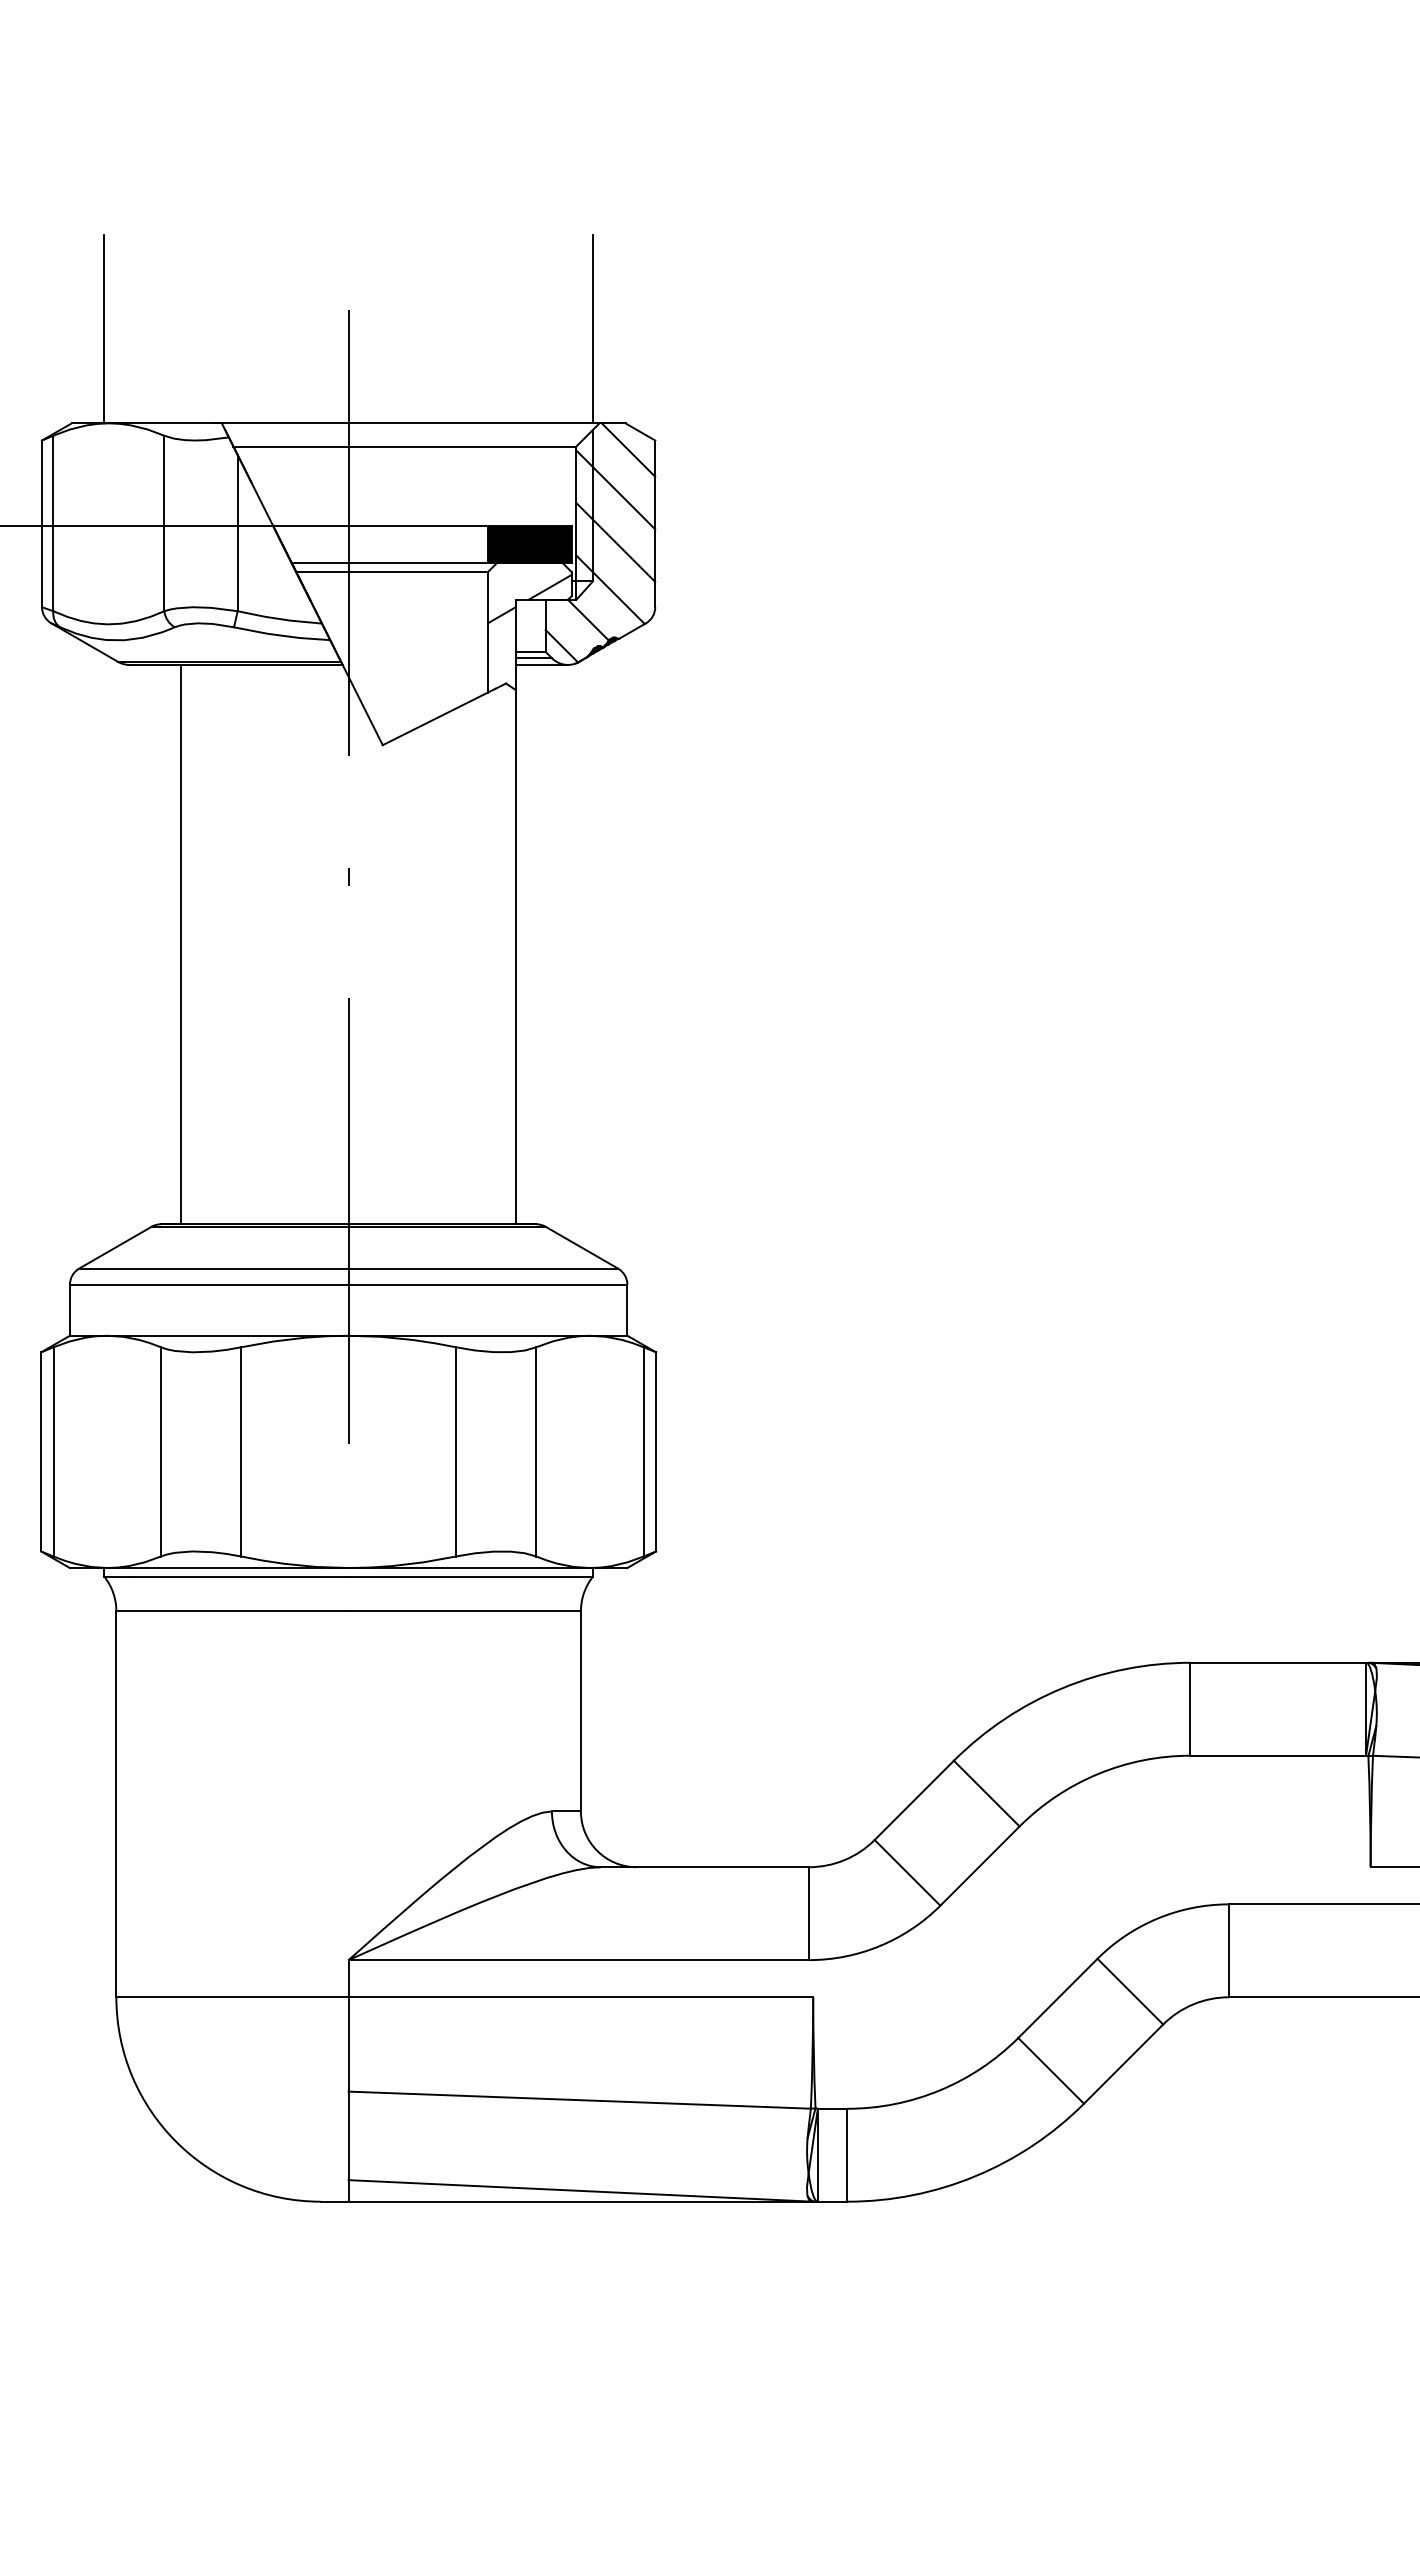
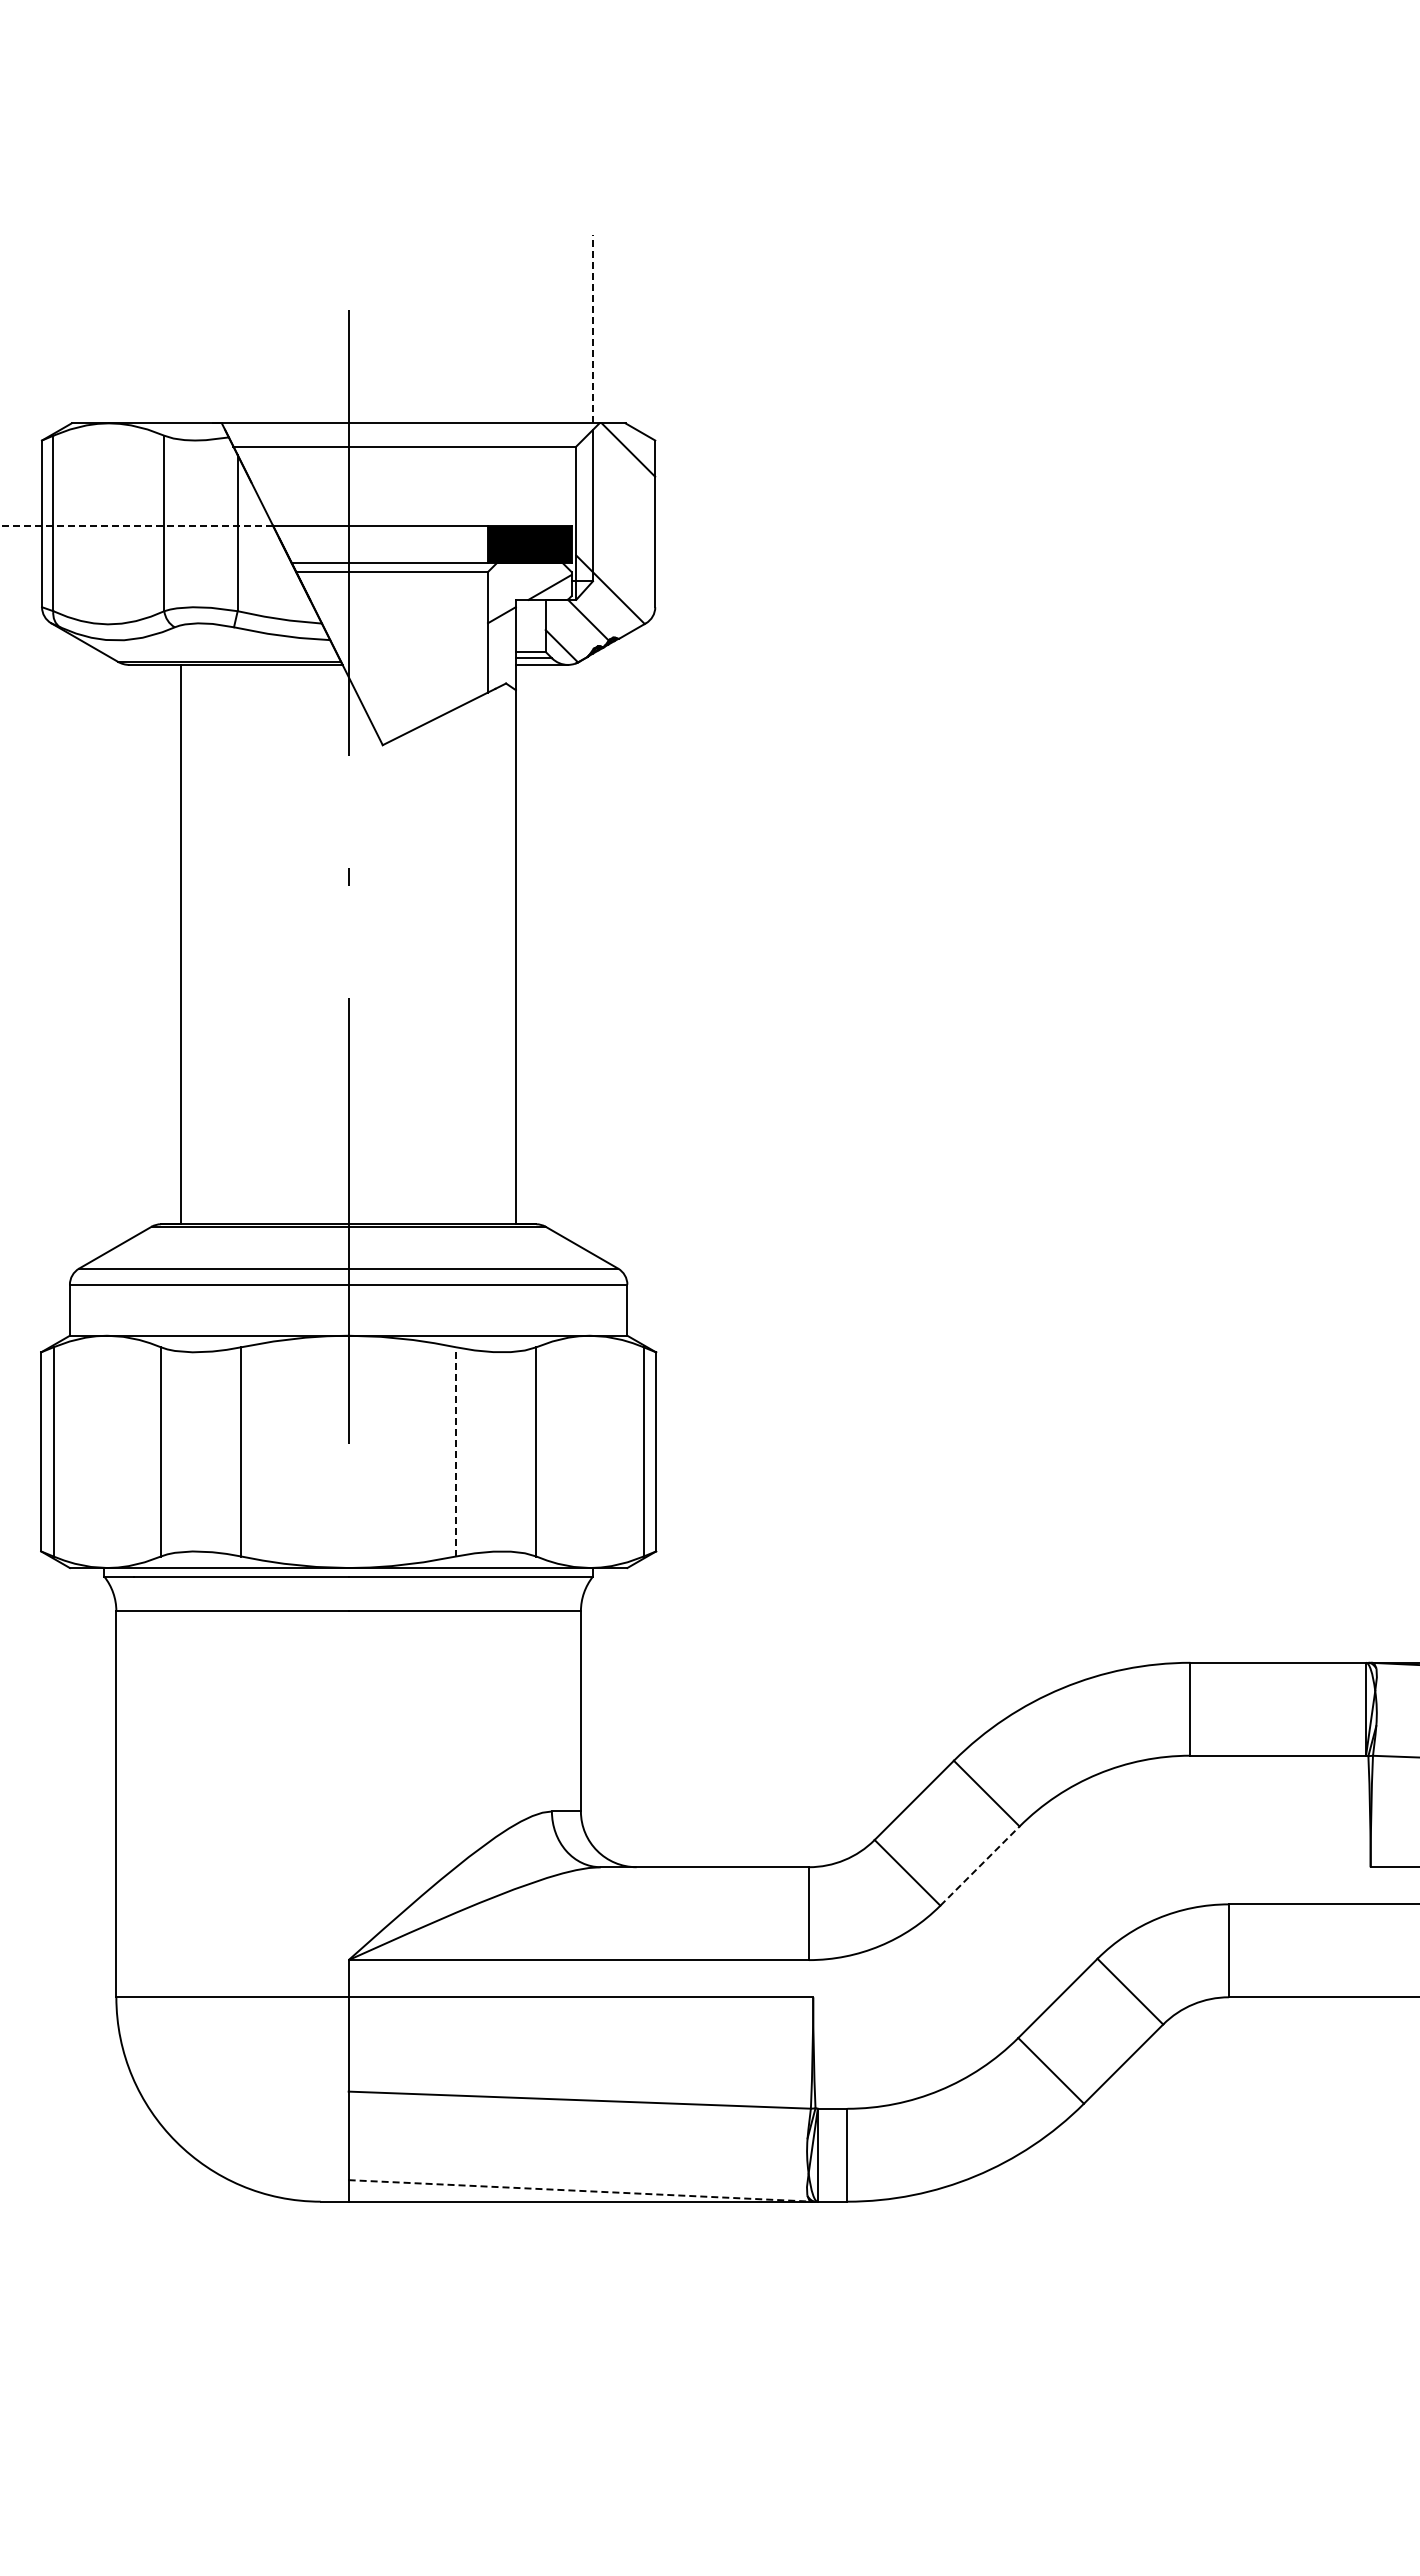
line at (104, 328): present -> none
line at (593, 328): solid -> dashed
line at (615, 489): present -> none
line at (136, 525): solid -> dashed
line at (615, 541): present -> none
line at (455, 1451): solid -> dashed
line at (980, 1865): solid -> dashed
line at (580, 2190): solid -> dashed
